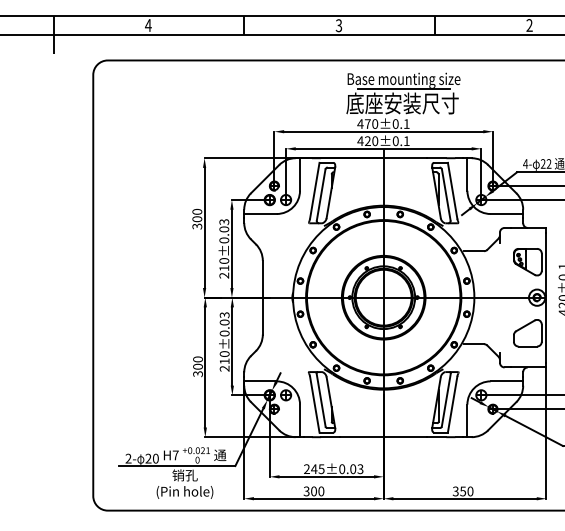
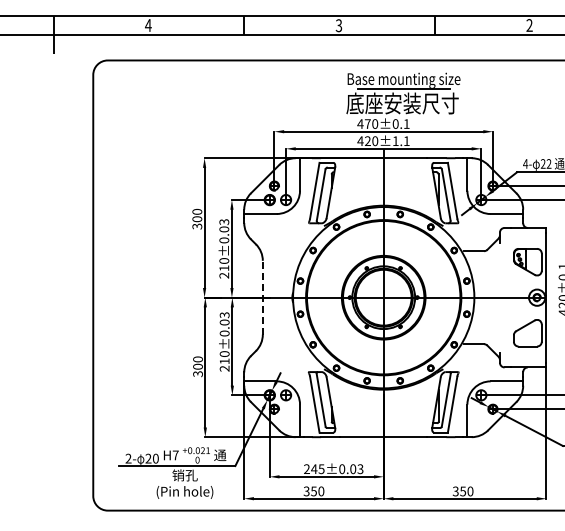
text at (395, 141): 420±0.1 -> 420±1.1
line at (262, 297): solid -> dashed
text at (313, 491): 300 -> 350
